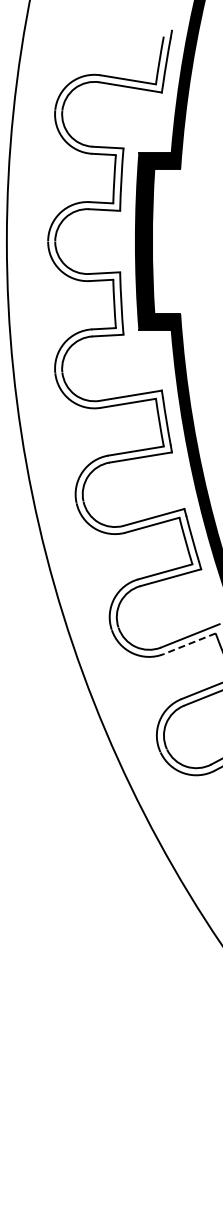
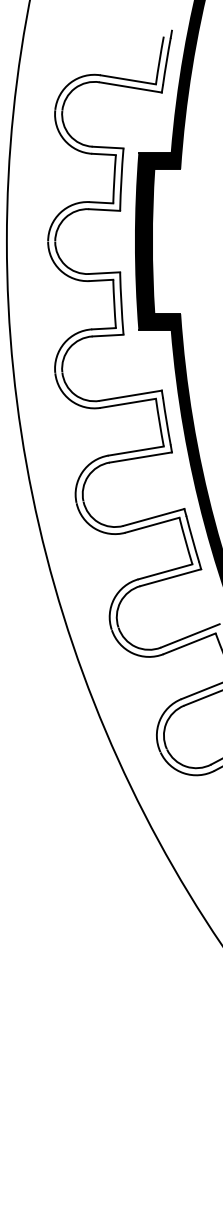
line at (189, 643): dashed -> solid
